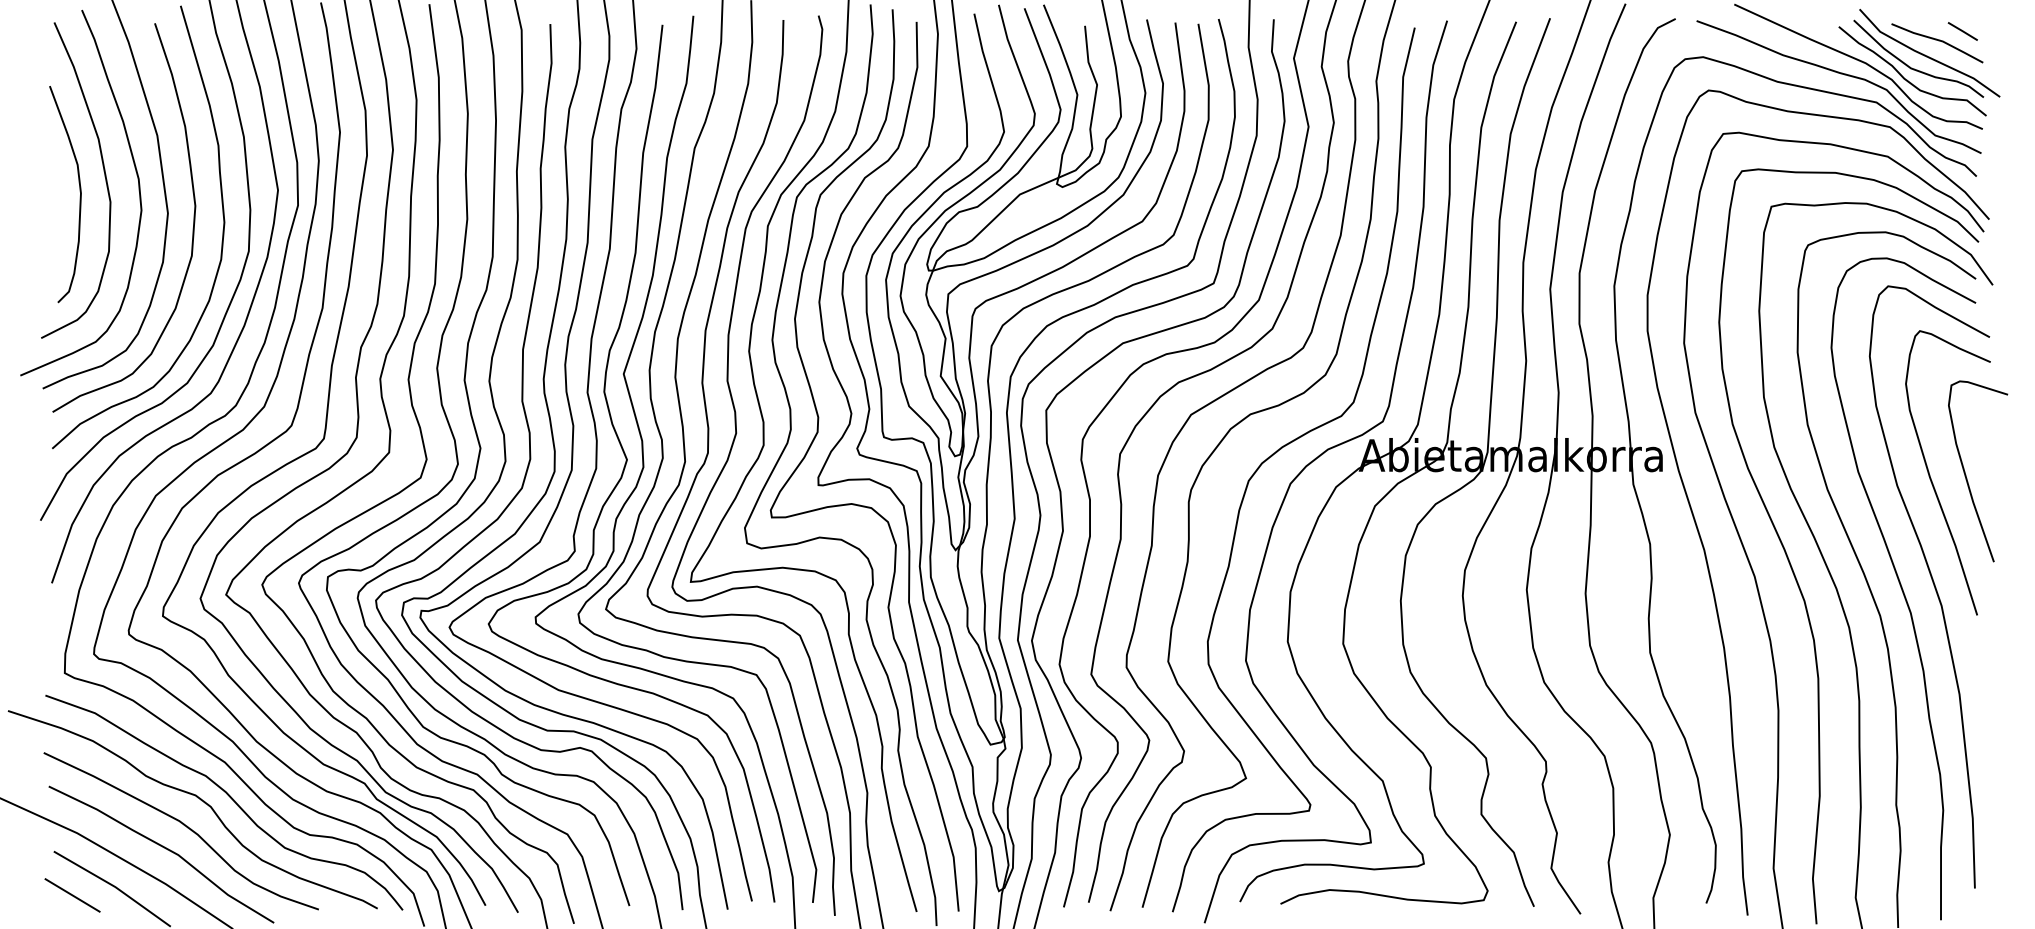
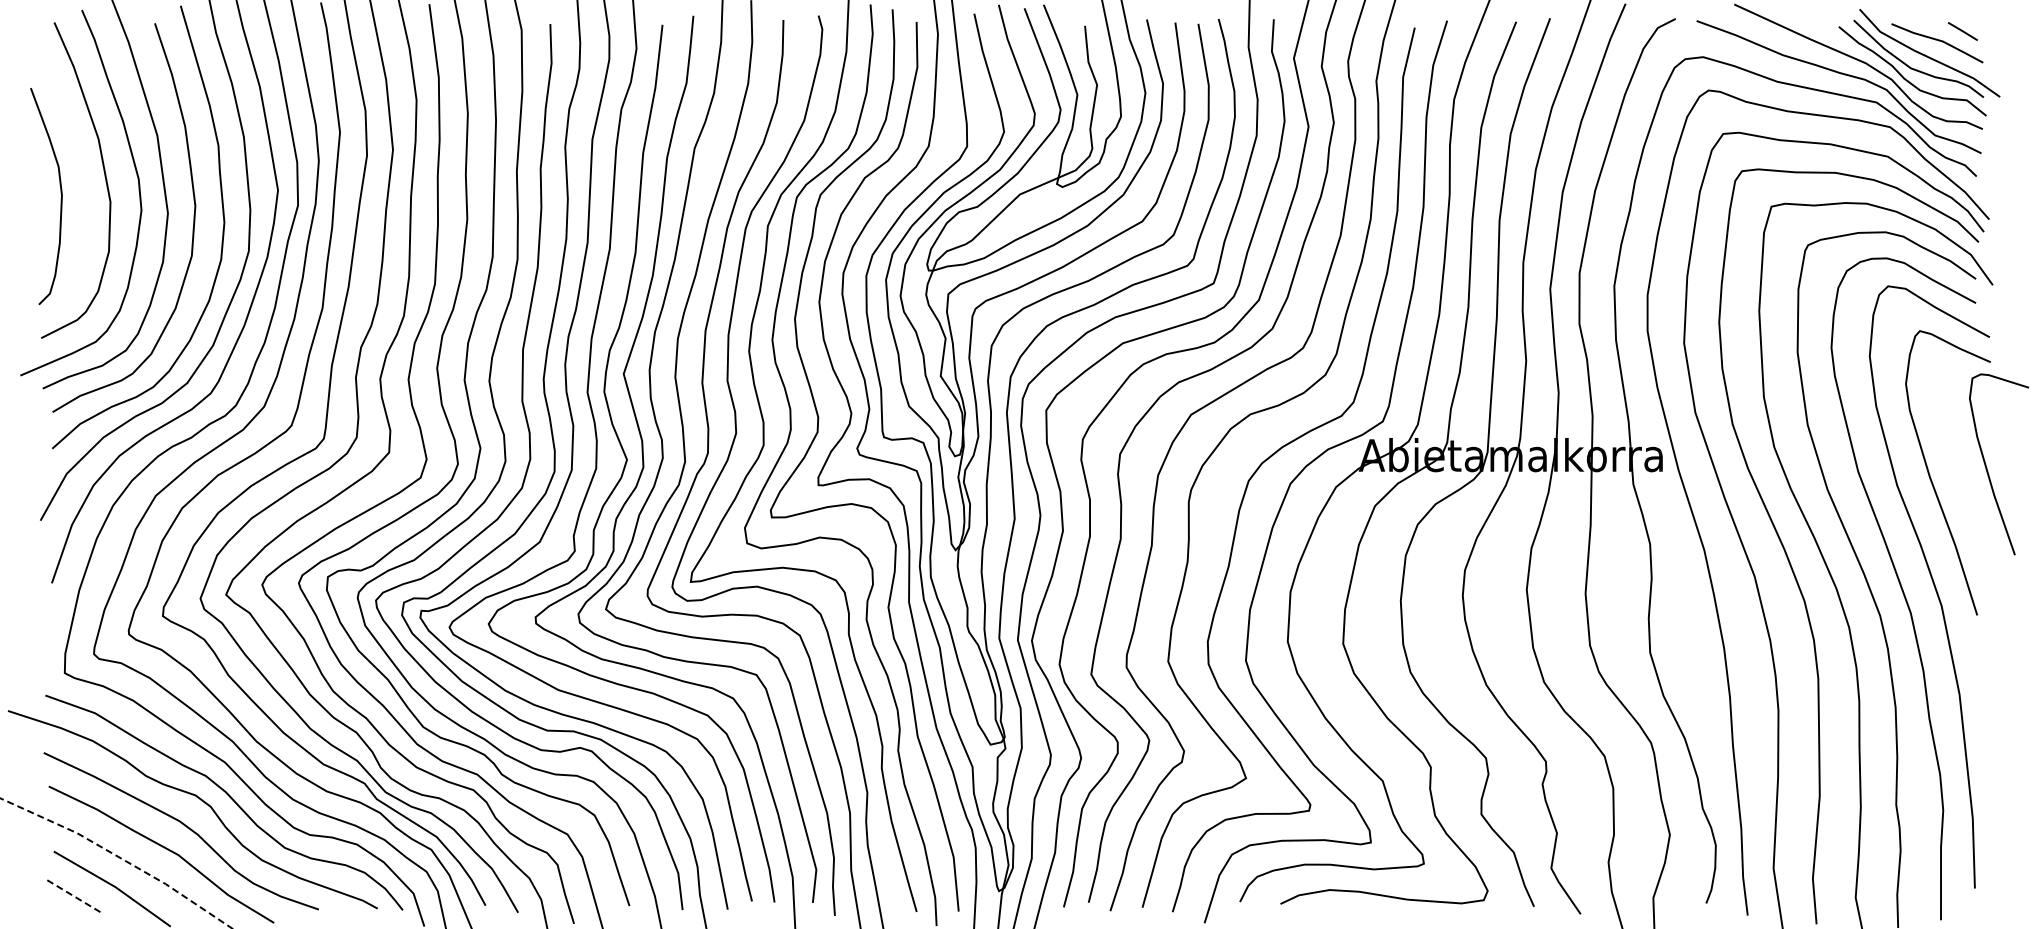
curve at (79, 191) position: (79, 191) -> (60, 193)
curve at (1966, 474) position: (1966, 474) -> (1987, 467)
line at (119, 857): solid -> dashed
line at (72, 895): solid -> dashed
